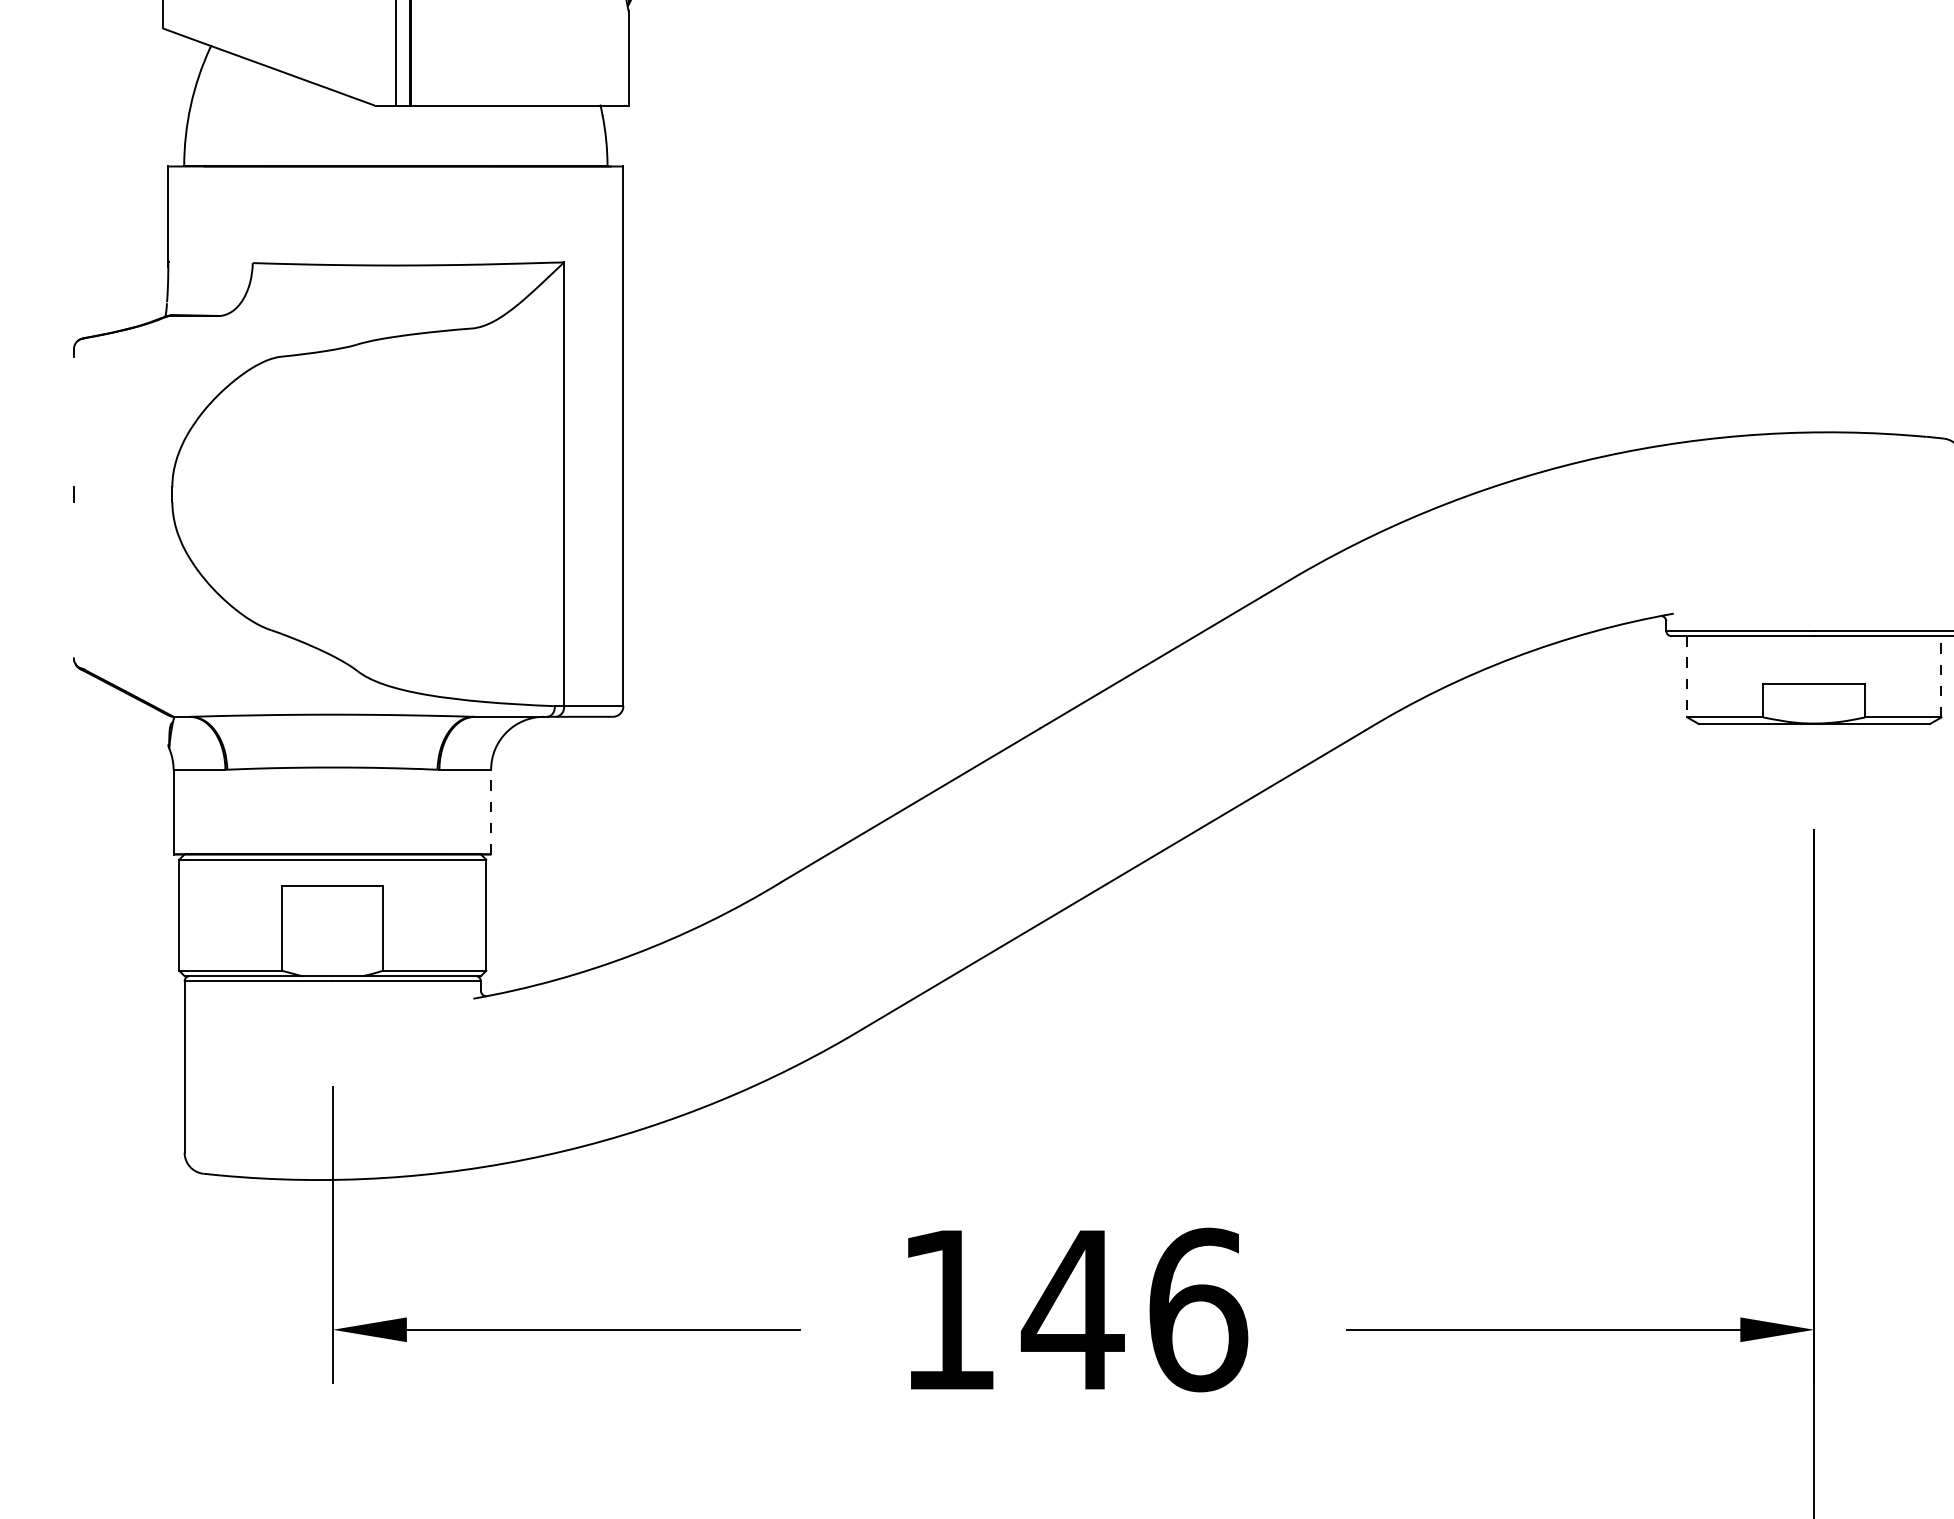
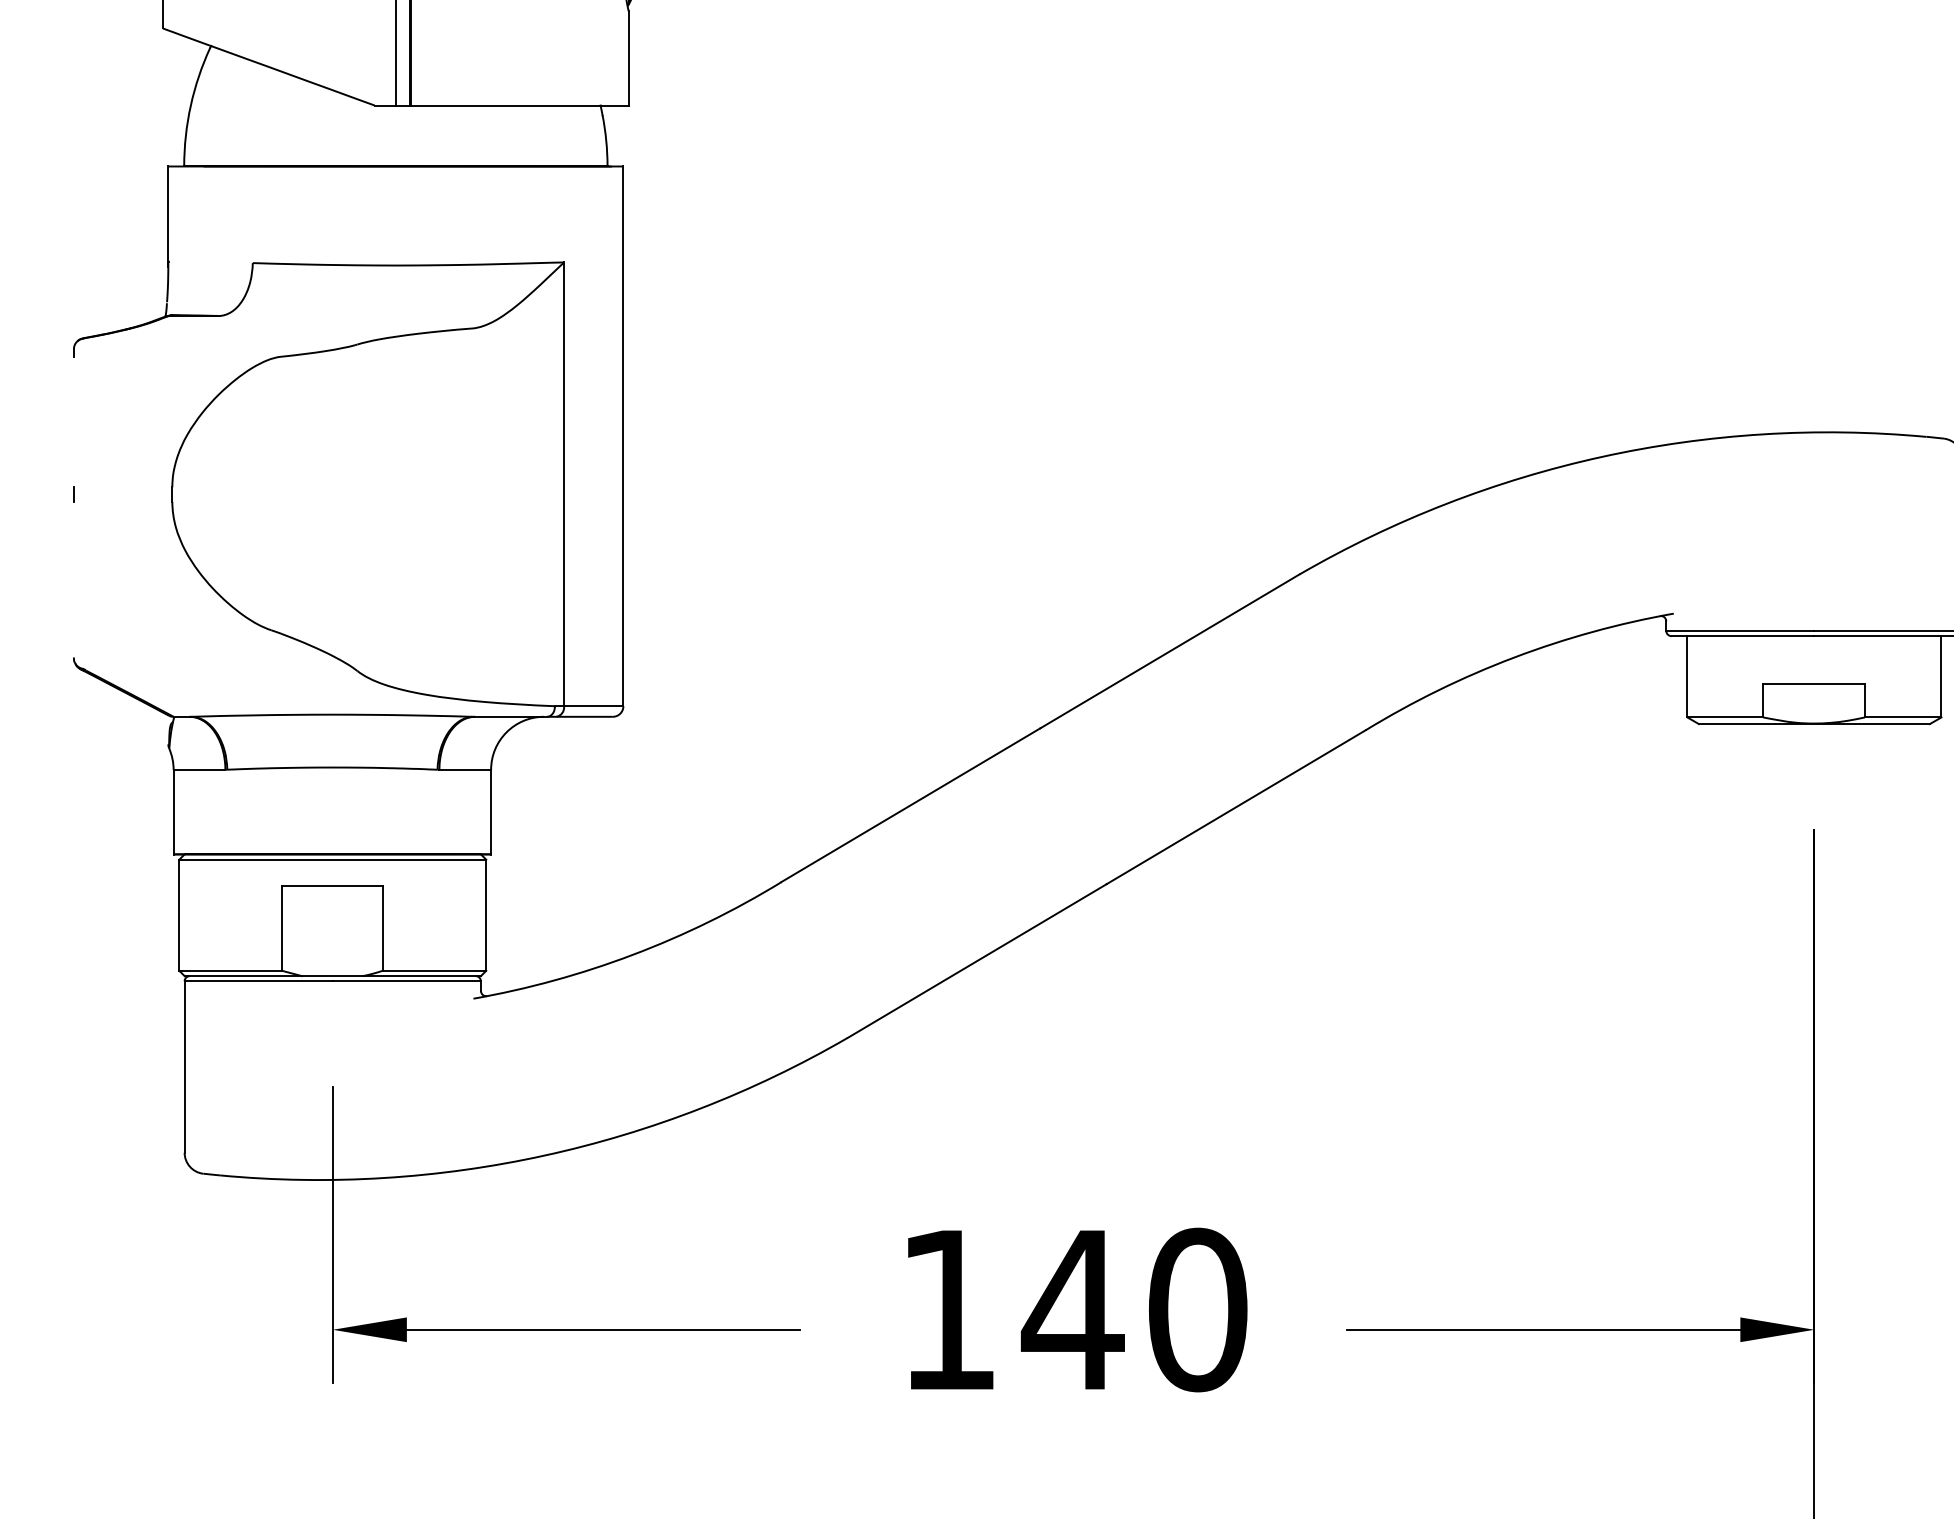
line at (1687, 676): dashed -> solid
line at (1941, 676): dashed -> solid
line at (491, 811): dashed -> solid
text at (1198, 1309): 146 -> 140
